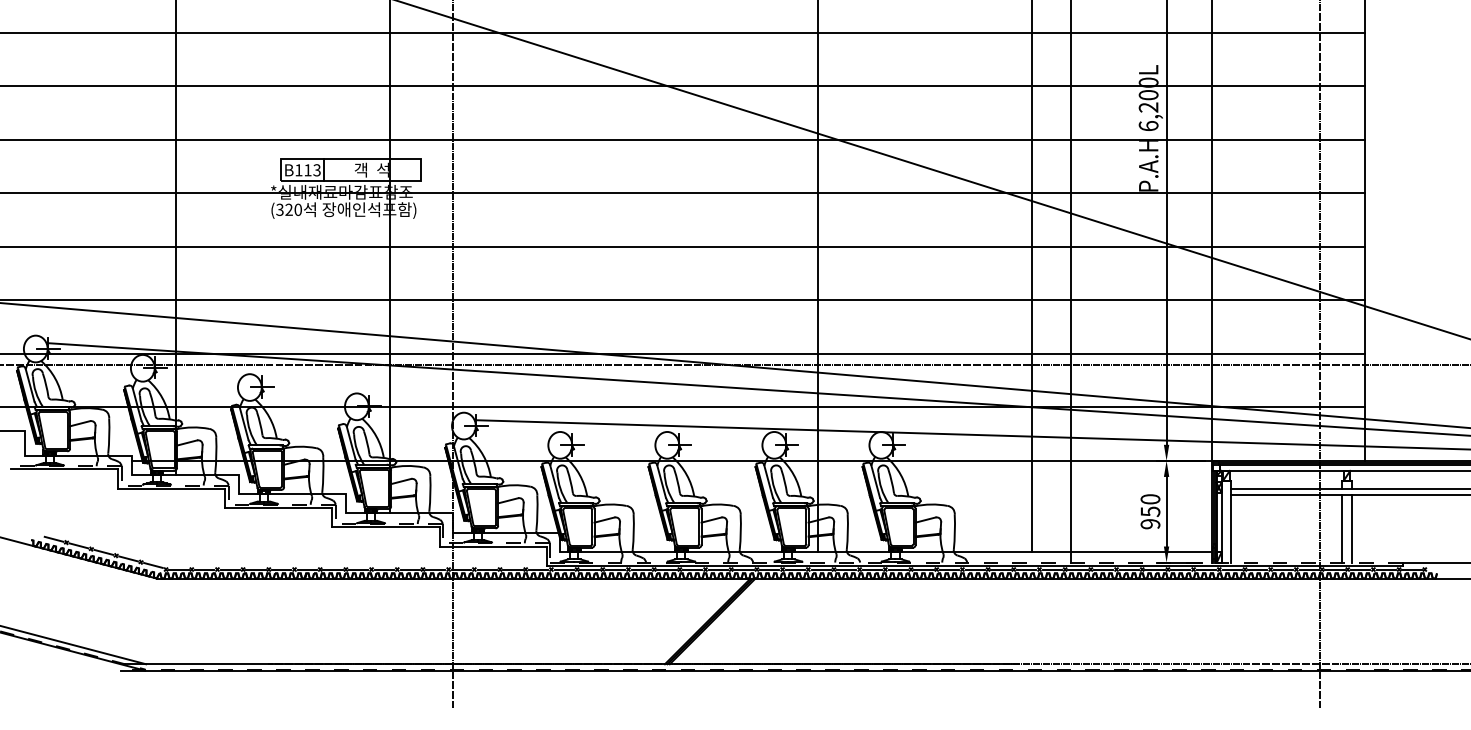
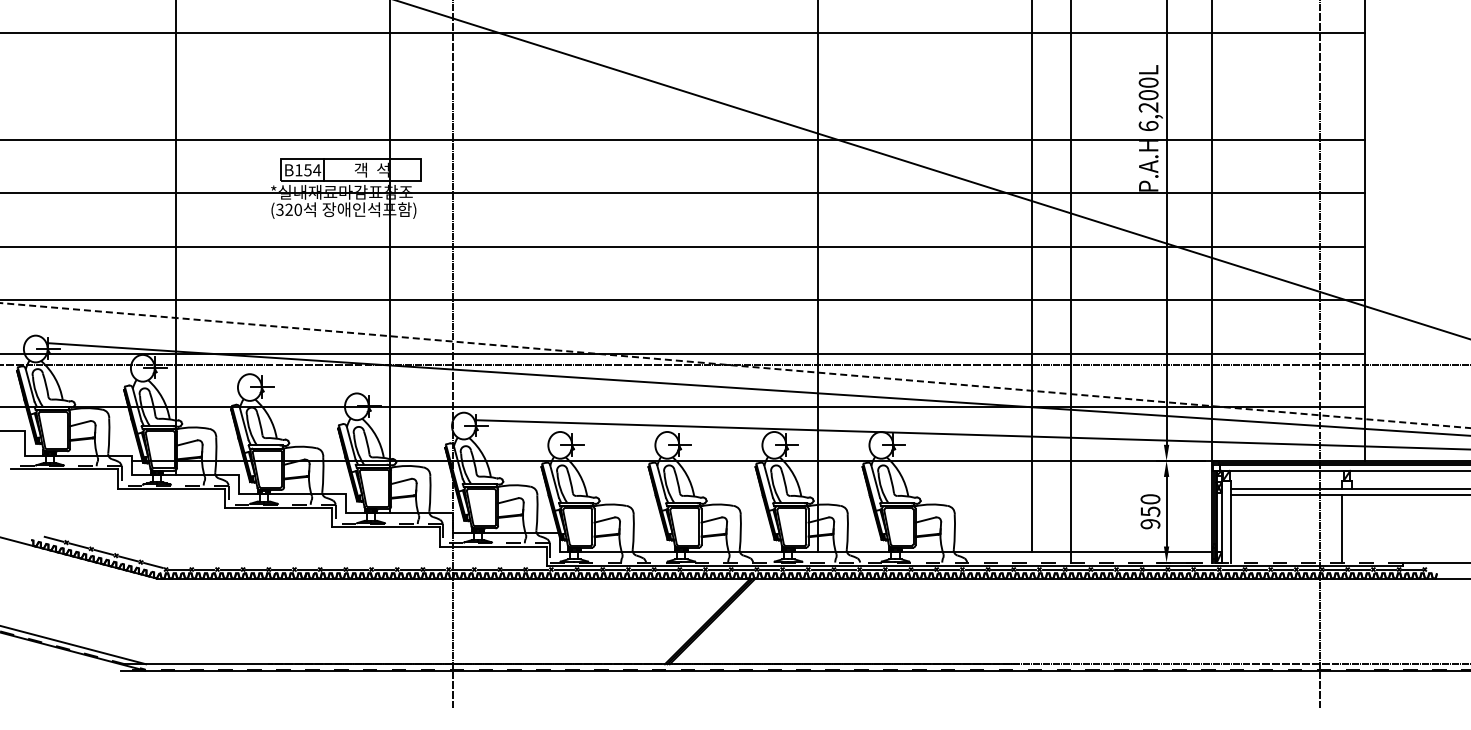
line at (683, 86): present -> none
text at (312, 170): B113 -> B154
line at (735, 365): solid -> dashed
line at (1351, 528): present -> none
